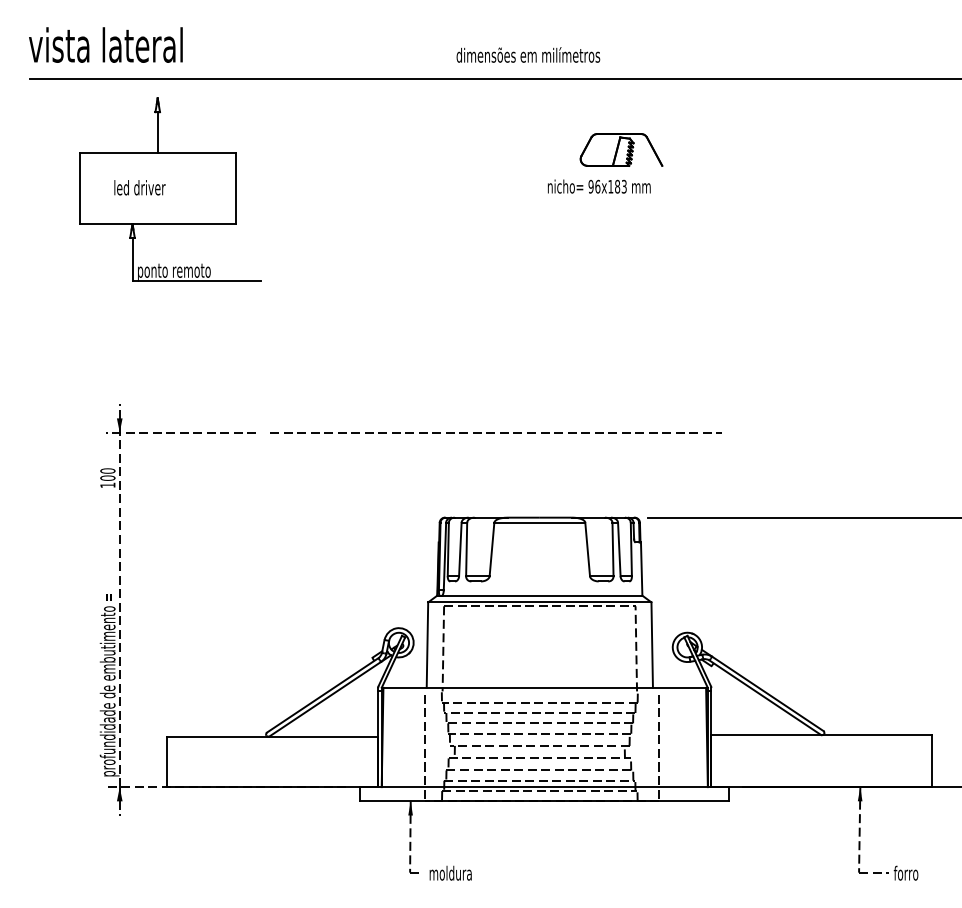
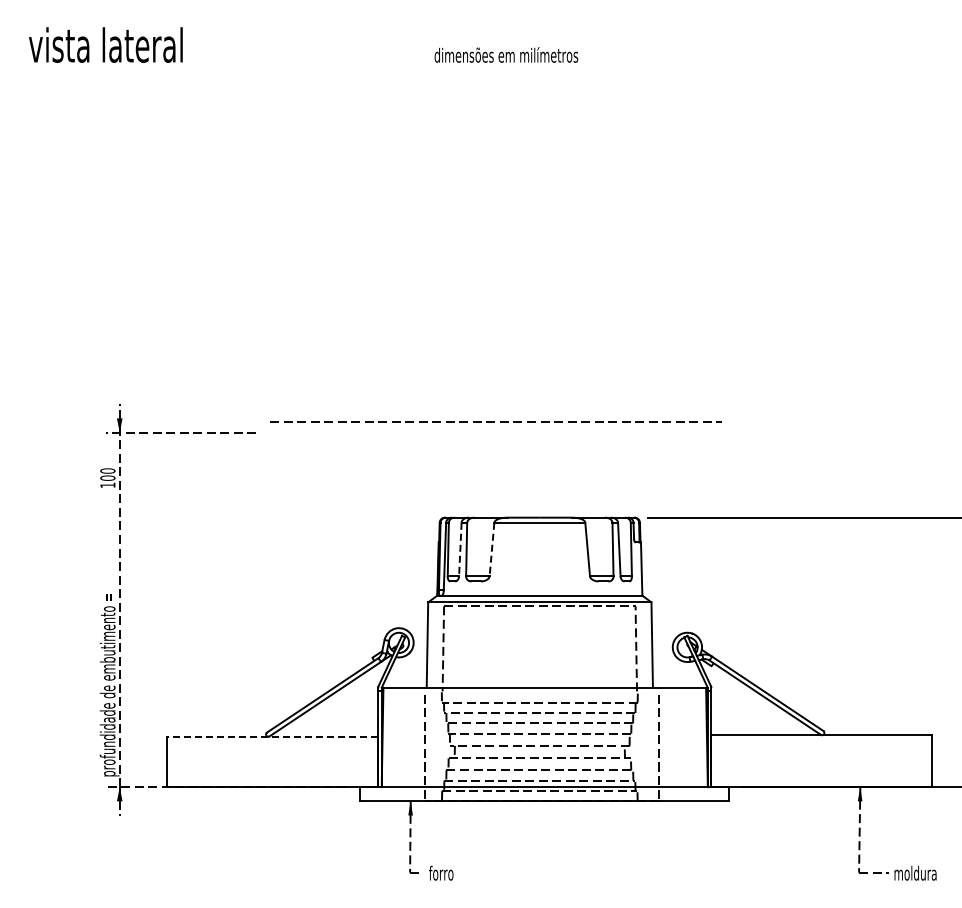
text at (528, 54) position: (528, 54) -> (506, 54)
line at (493, 78): present -> none
part at (605, 163): present -> none
part at (170, 189): present -> none
line at (494, 432) position: (494, 432) -> (494, 421)
line at (460, 549): solid -> dashed
line at (492, 549): solid -> dashed
line at (272, 736): solid -> dashed
text at (450, 872): moldura -> forro
text at (914, 872): forro -> moldura
